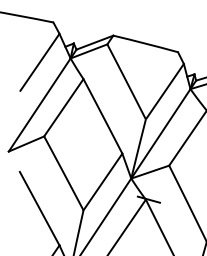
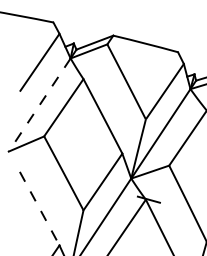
line at (39, 105): solid -> dashed
line at (39, 208): solid -> dashed
